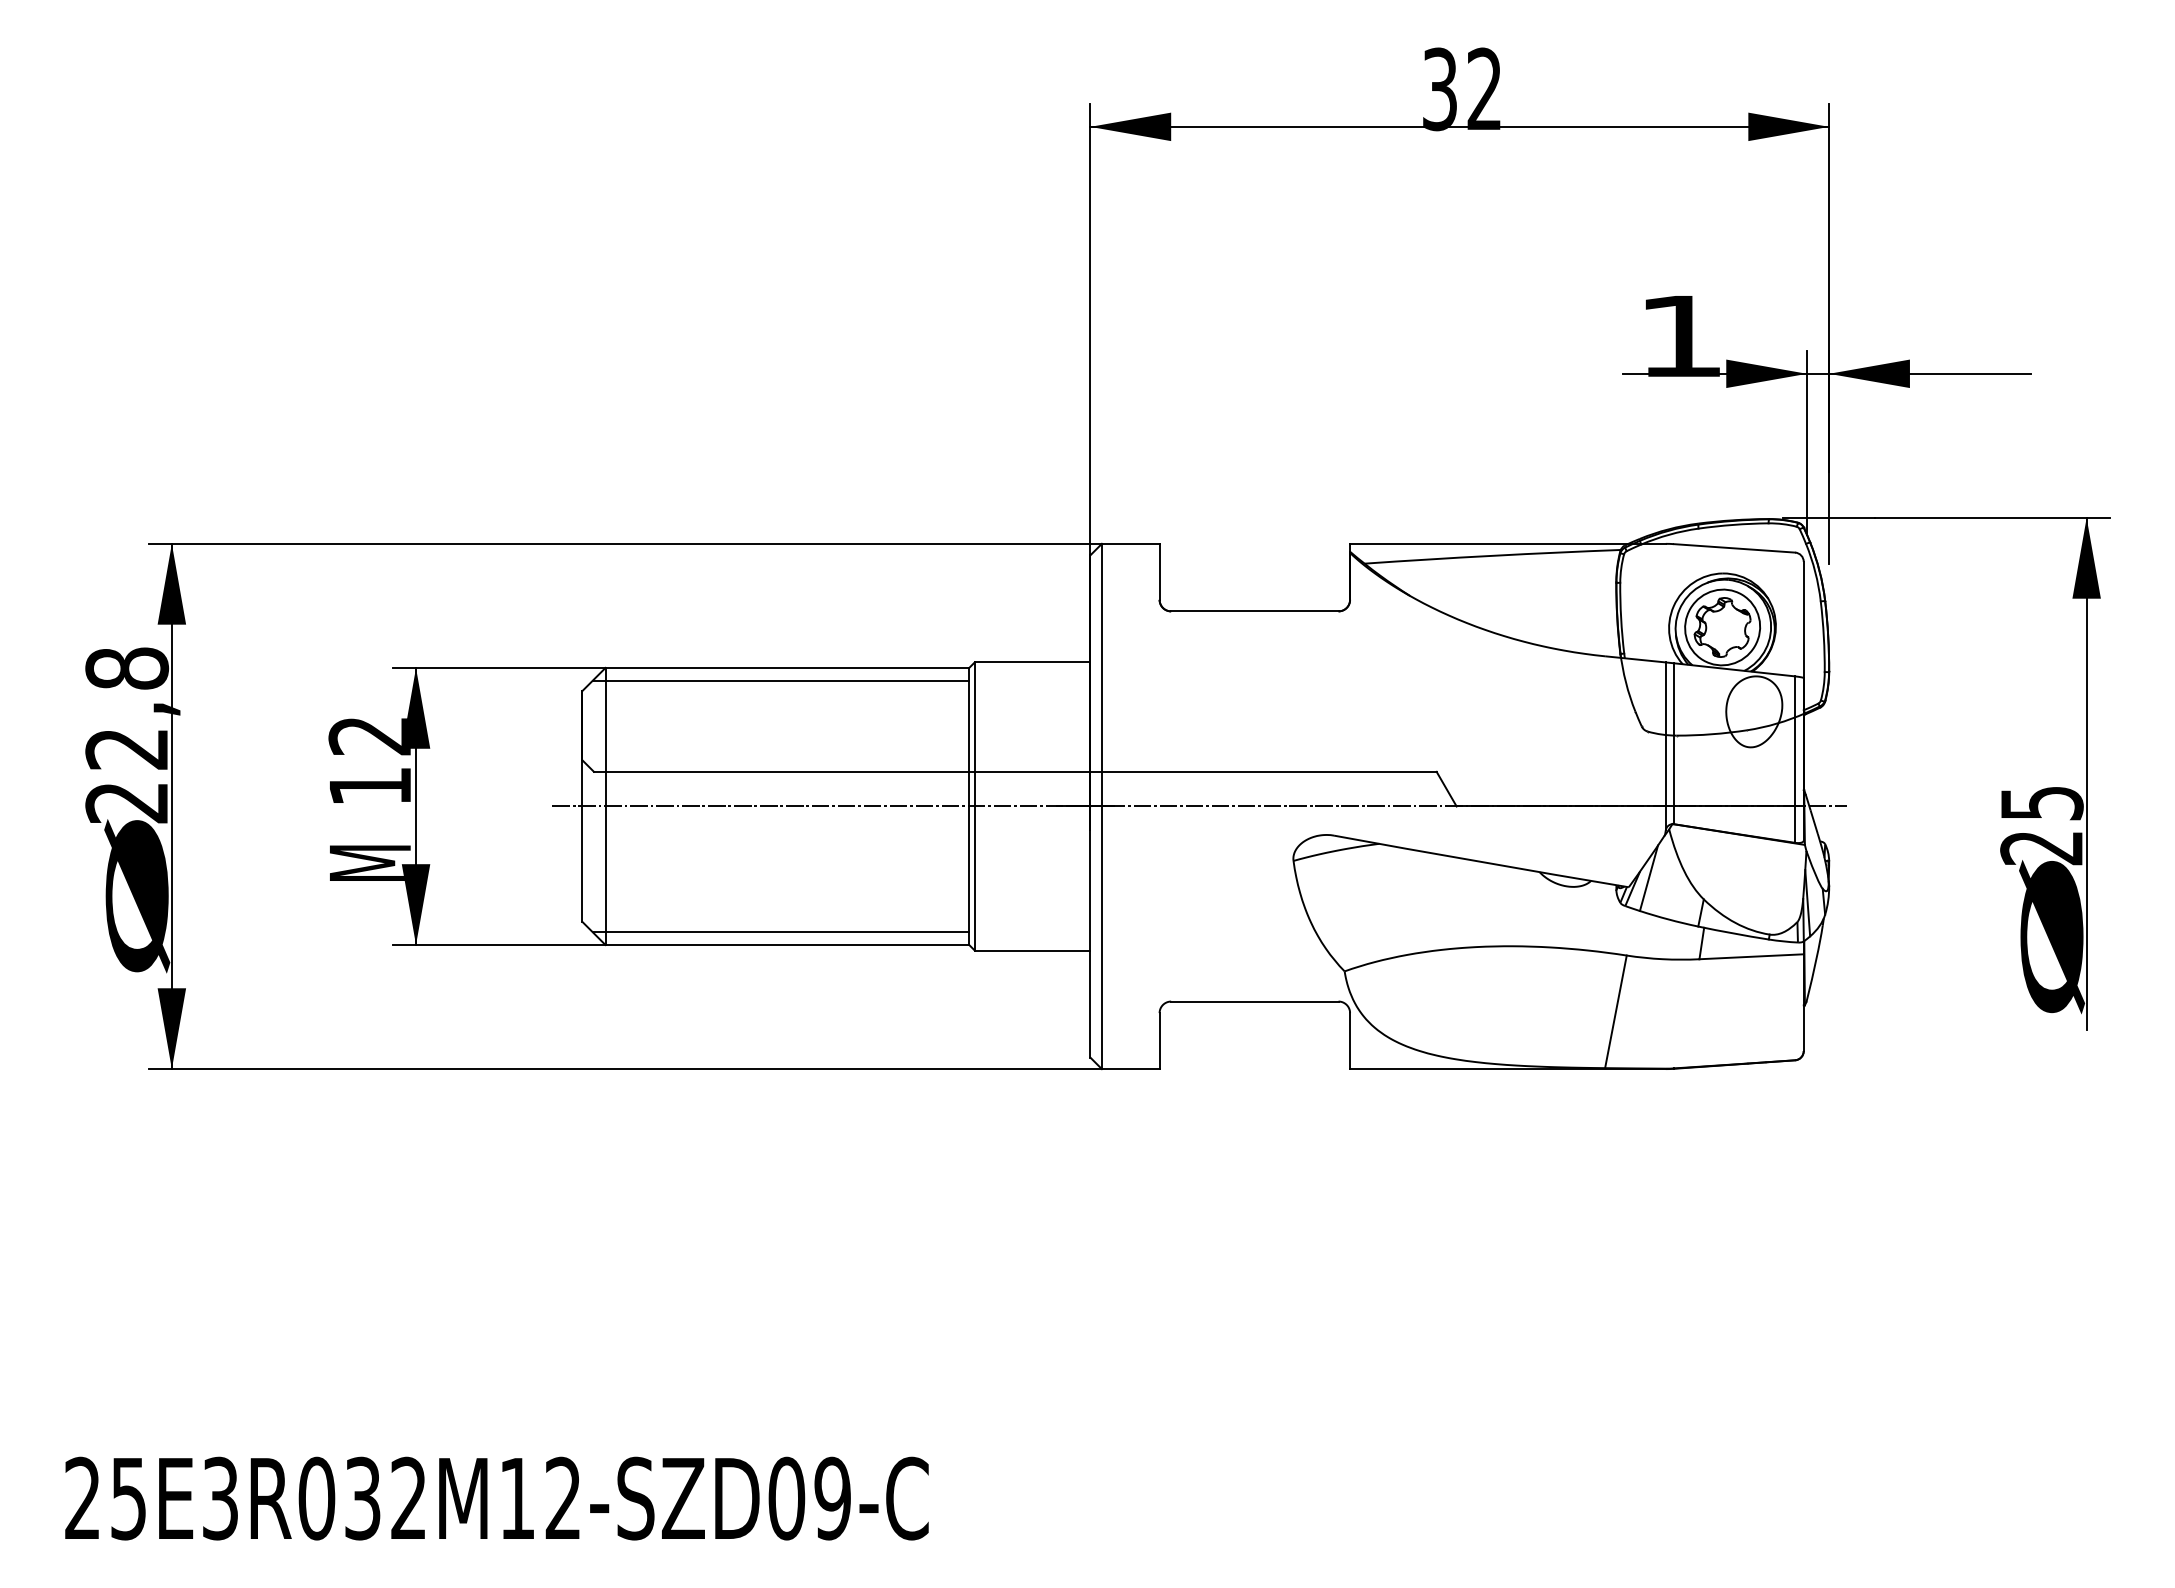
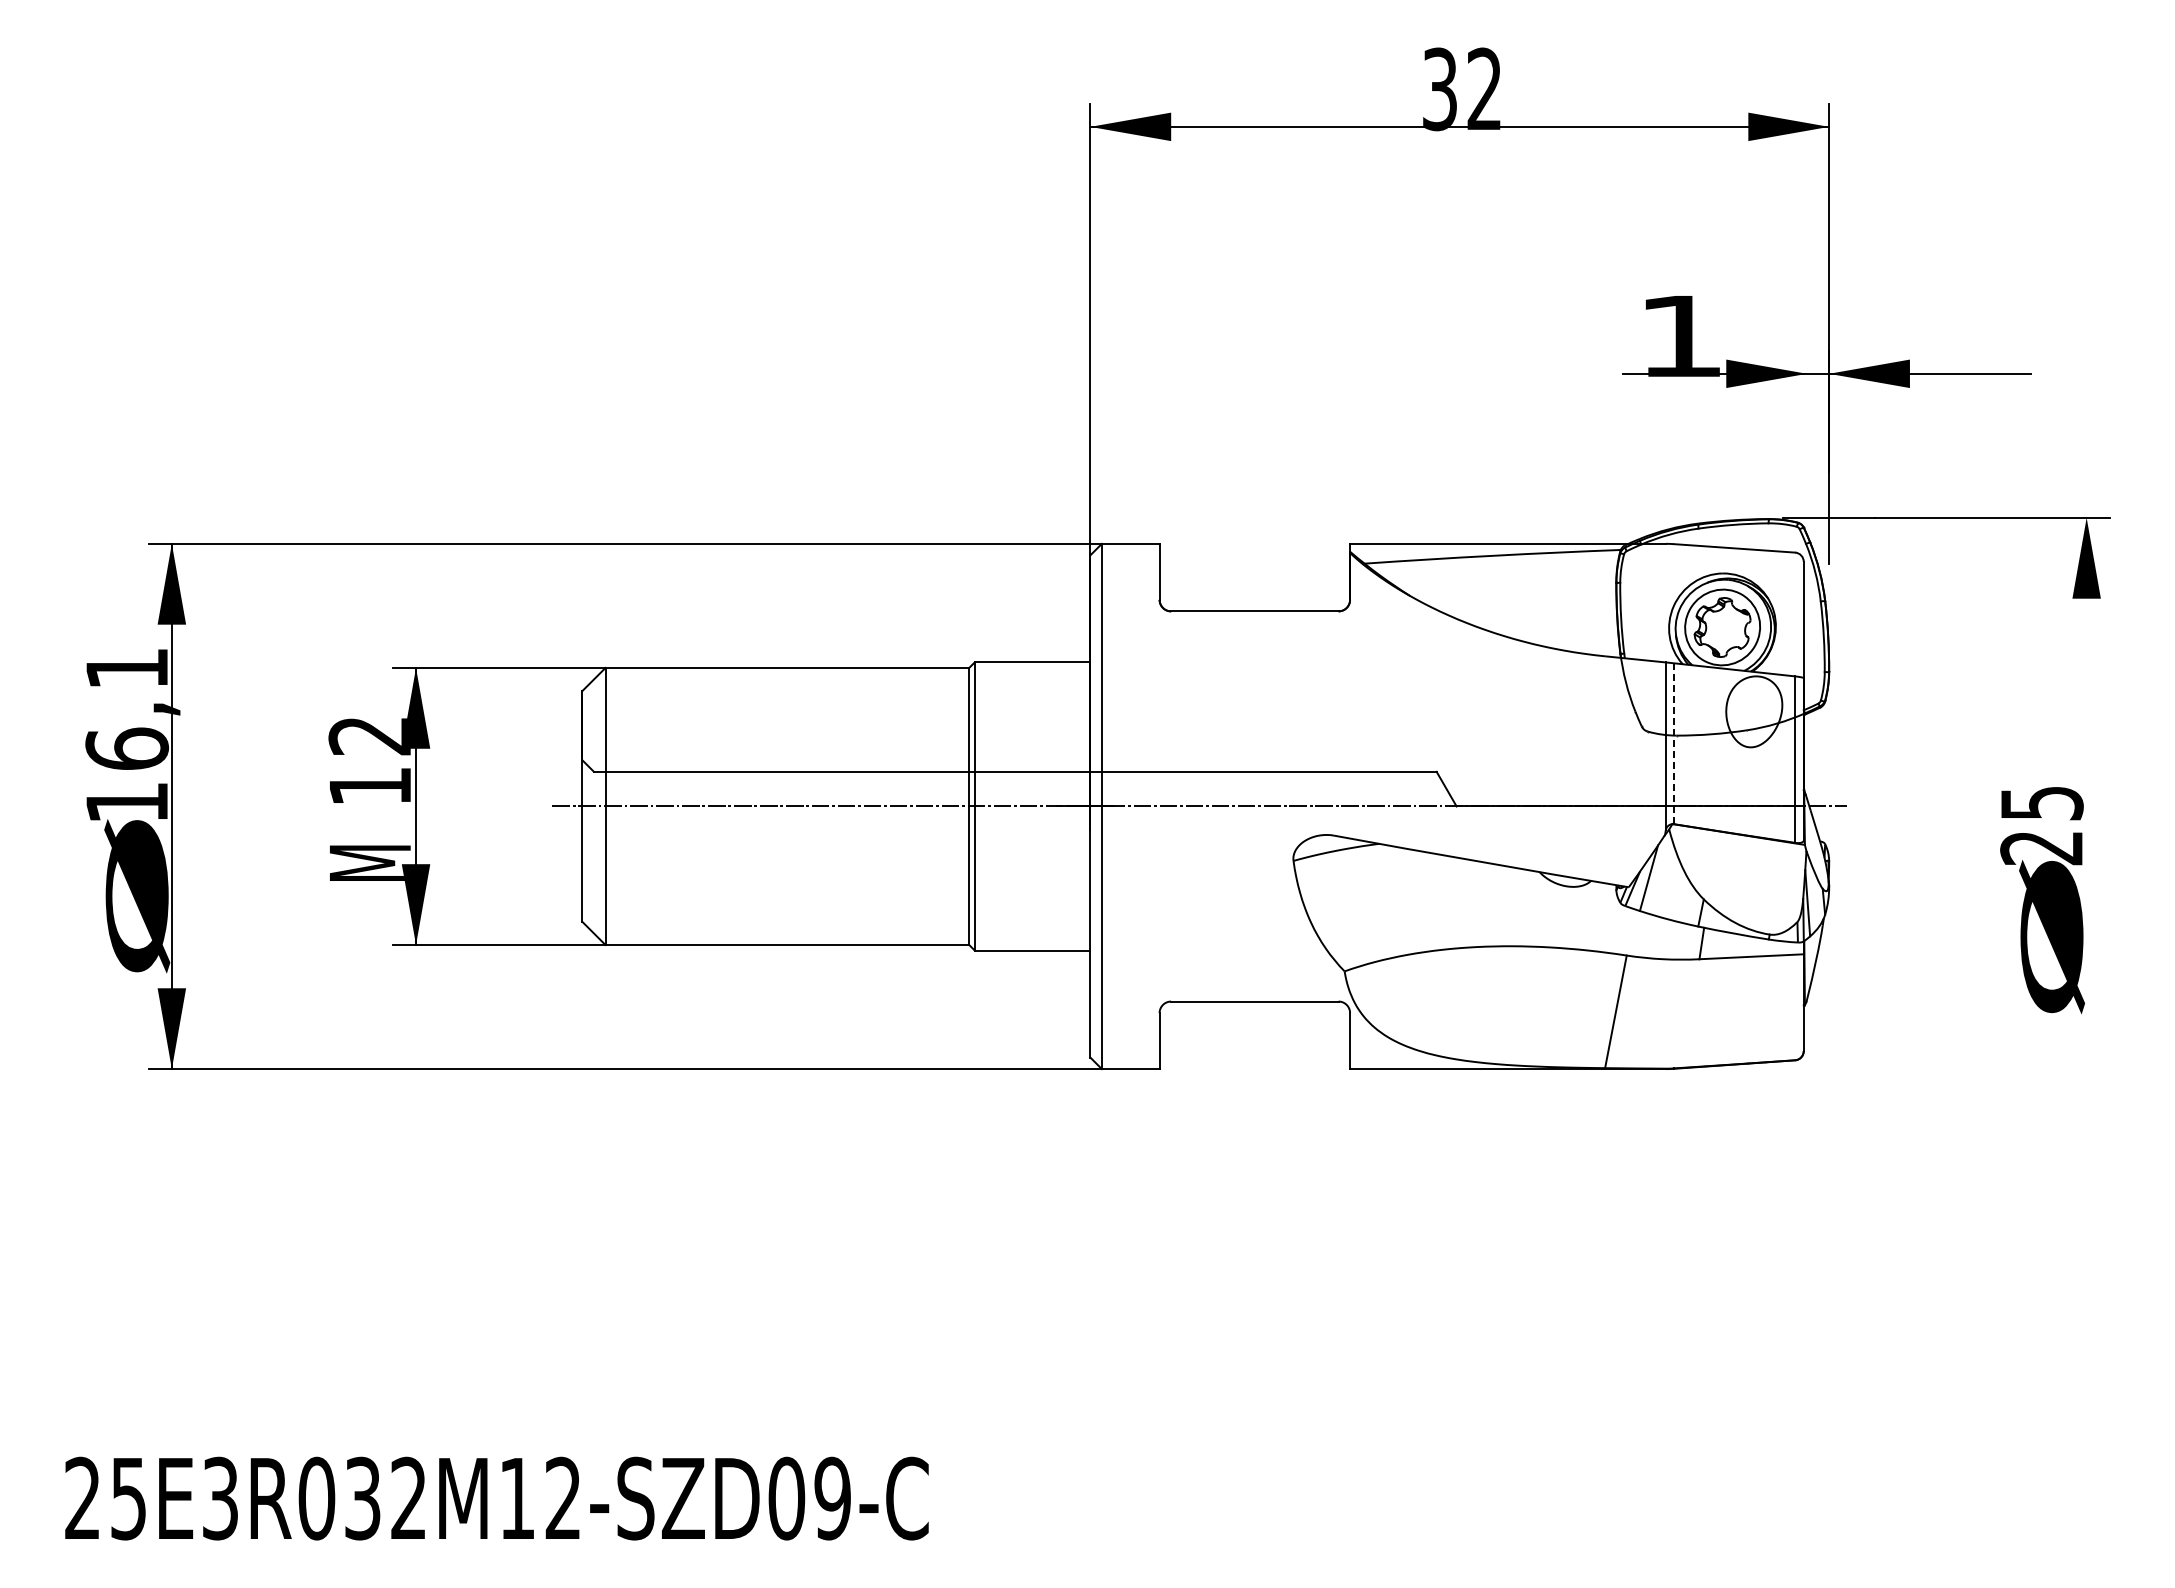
line at (1807, 442): present -> none
line at (780, 680): present -> none
text at (127, 735): 22,8 -> 16,1
line at (1673, 744): solid -> dashed
line at (2086, 773): present -> none
line at (780, 932): present -> none
